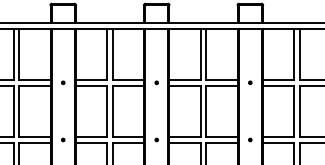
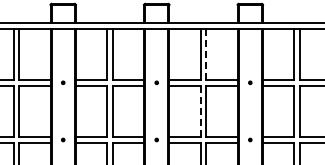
line at (206, 54): solid -> dashed
line at (200, 111): solid -> dashed
